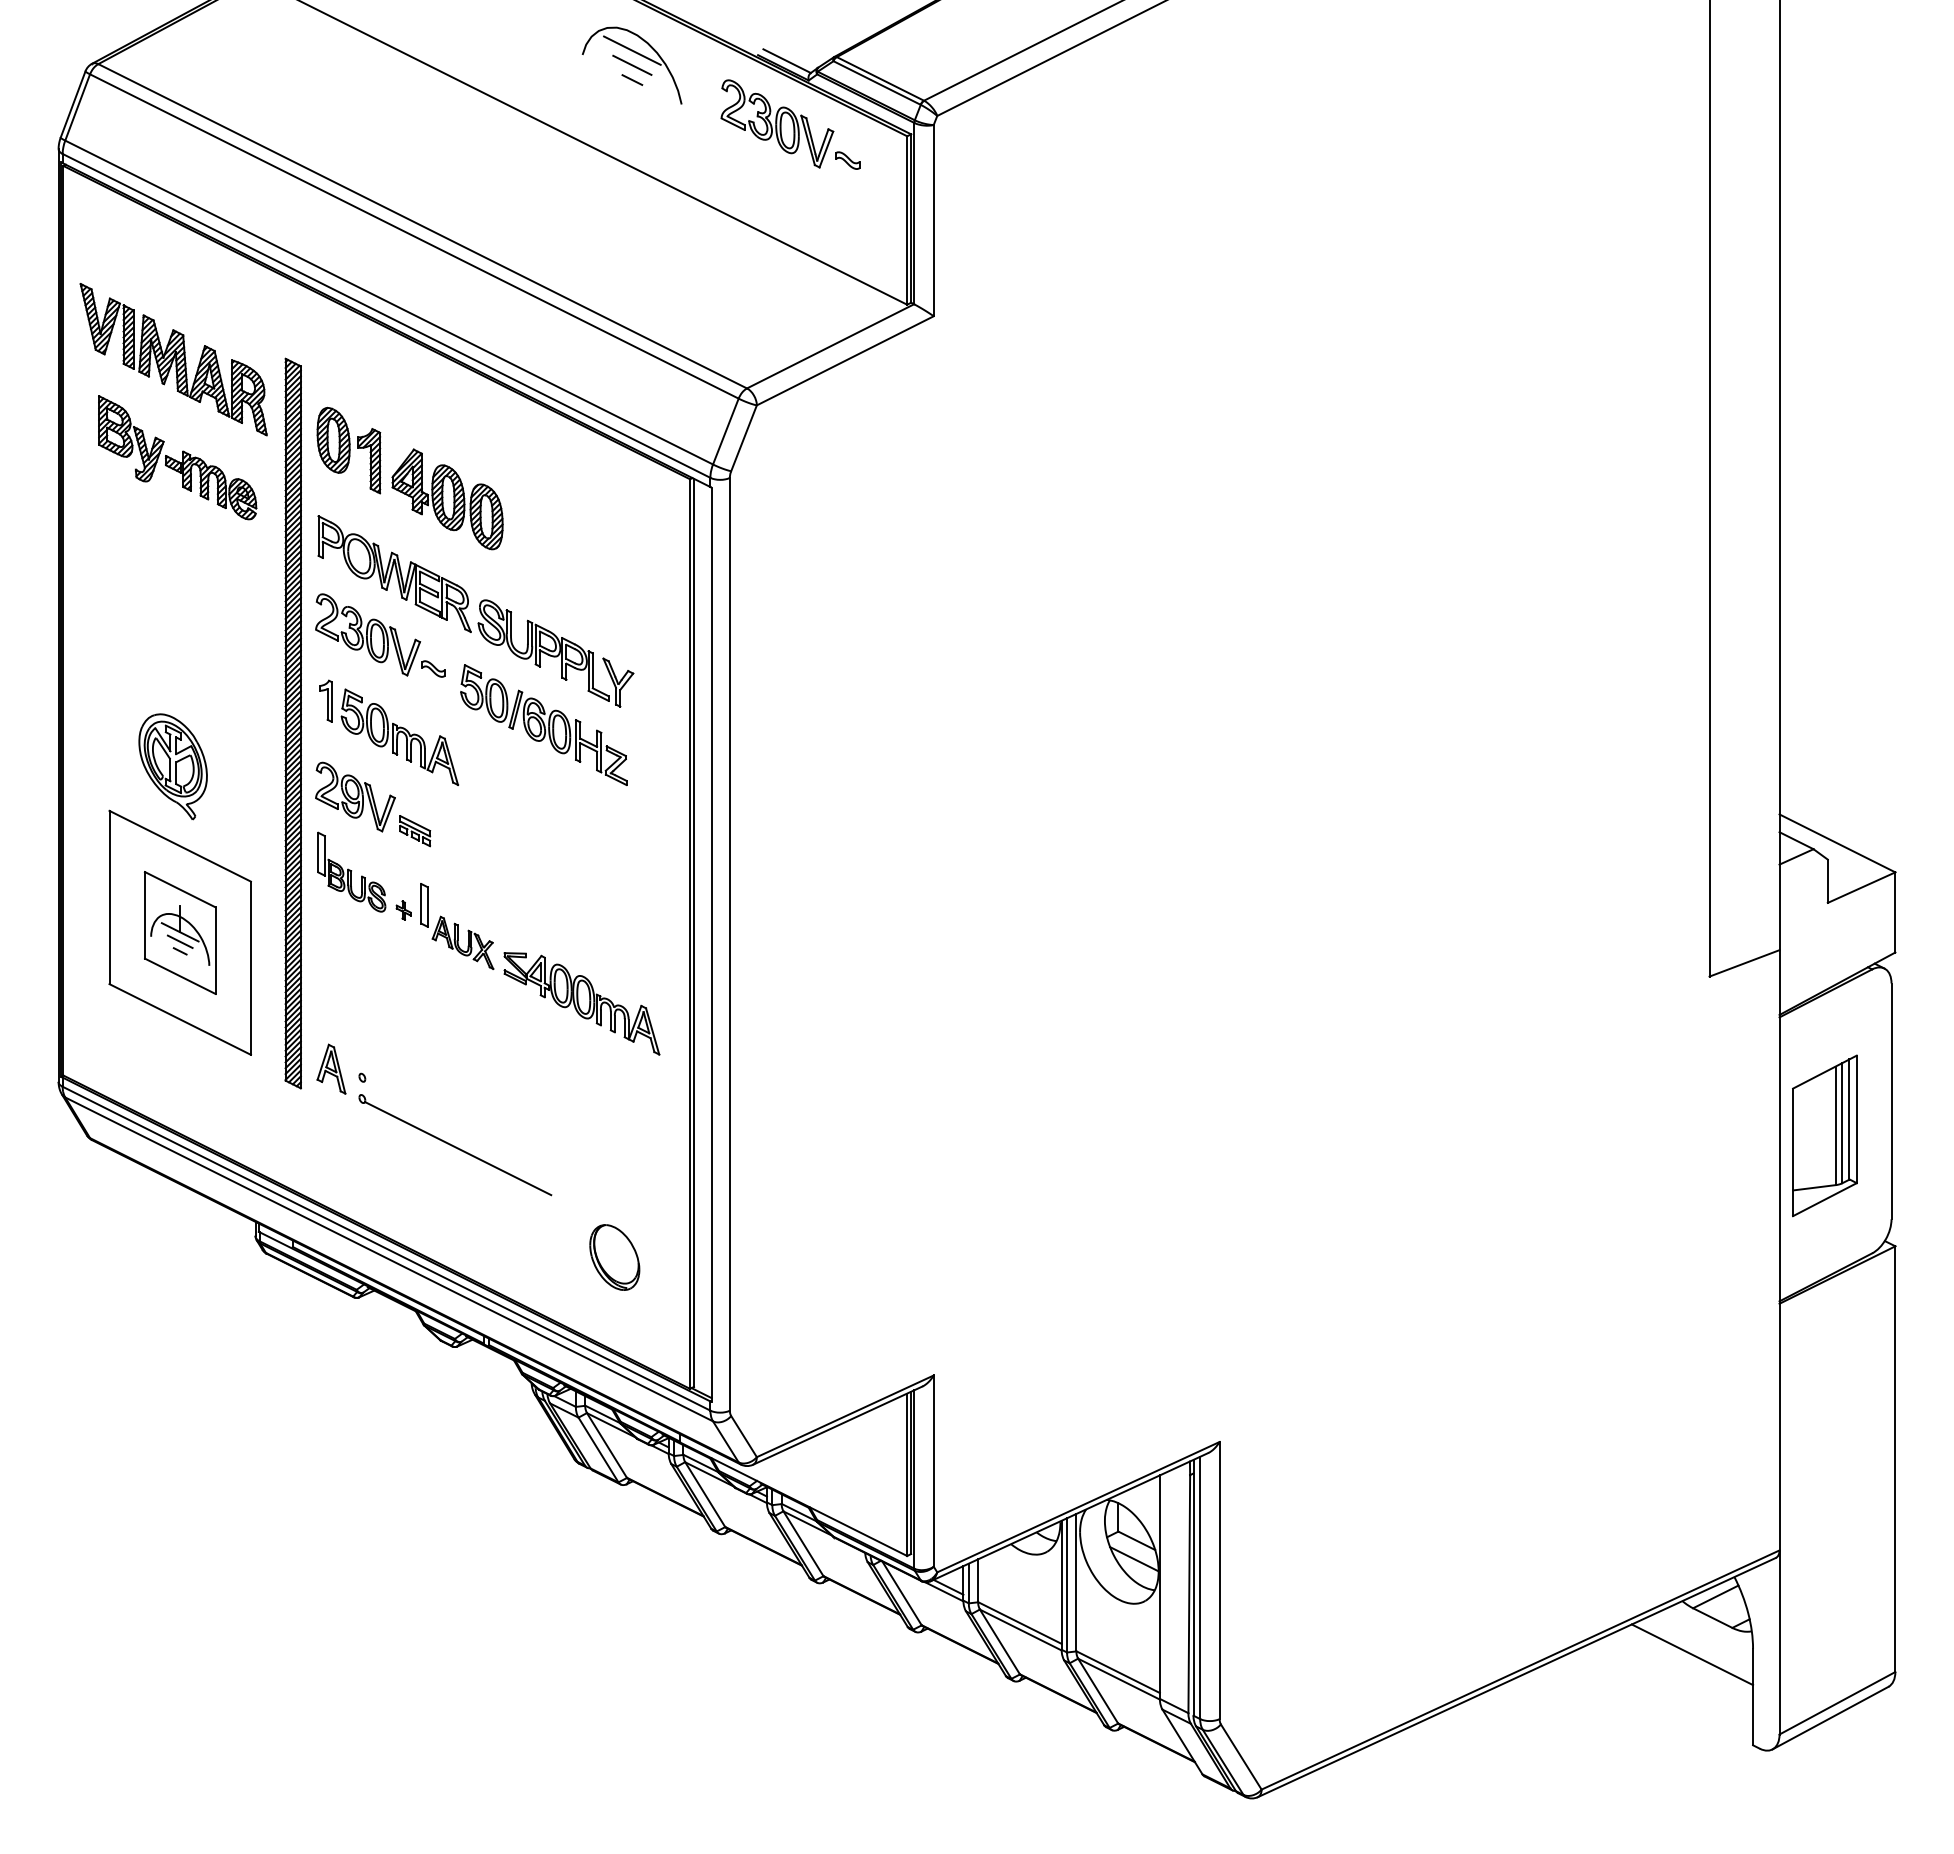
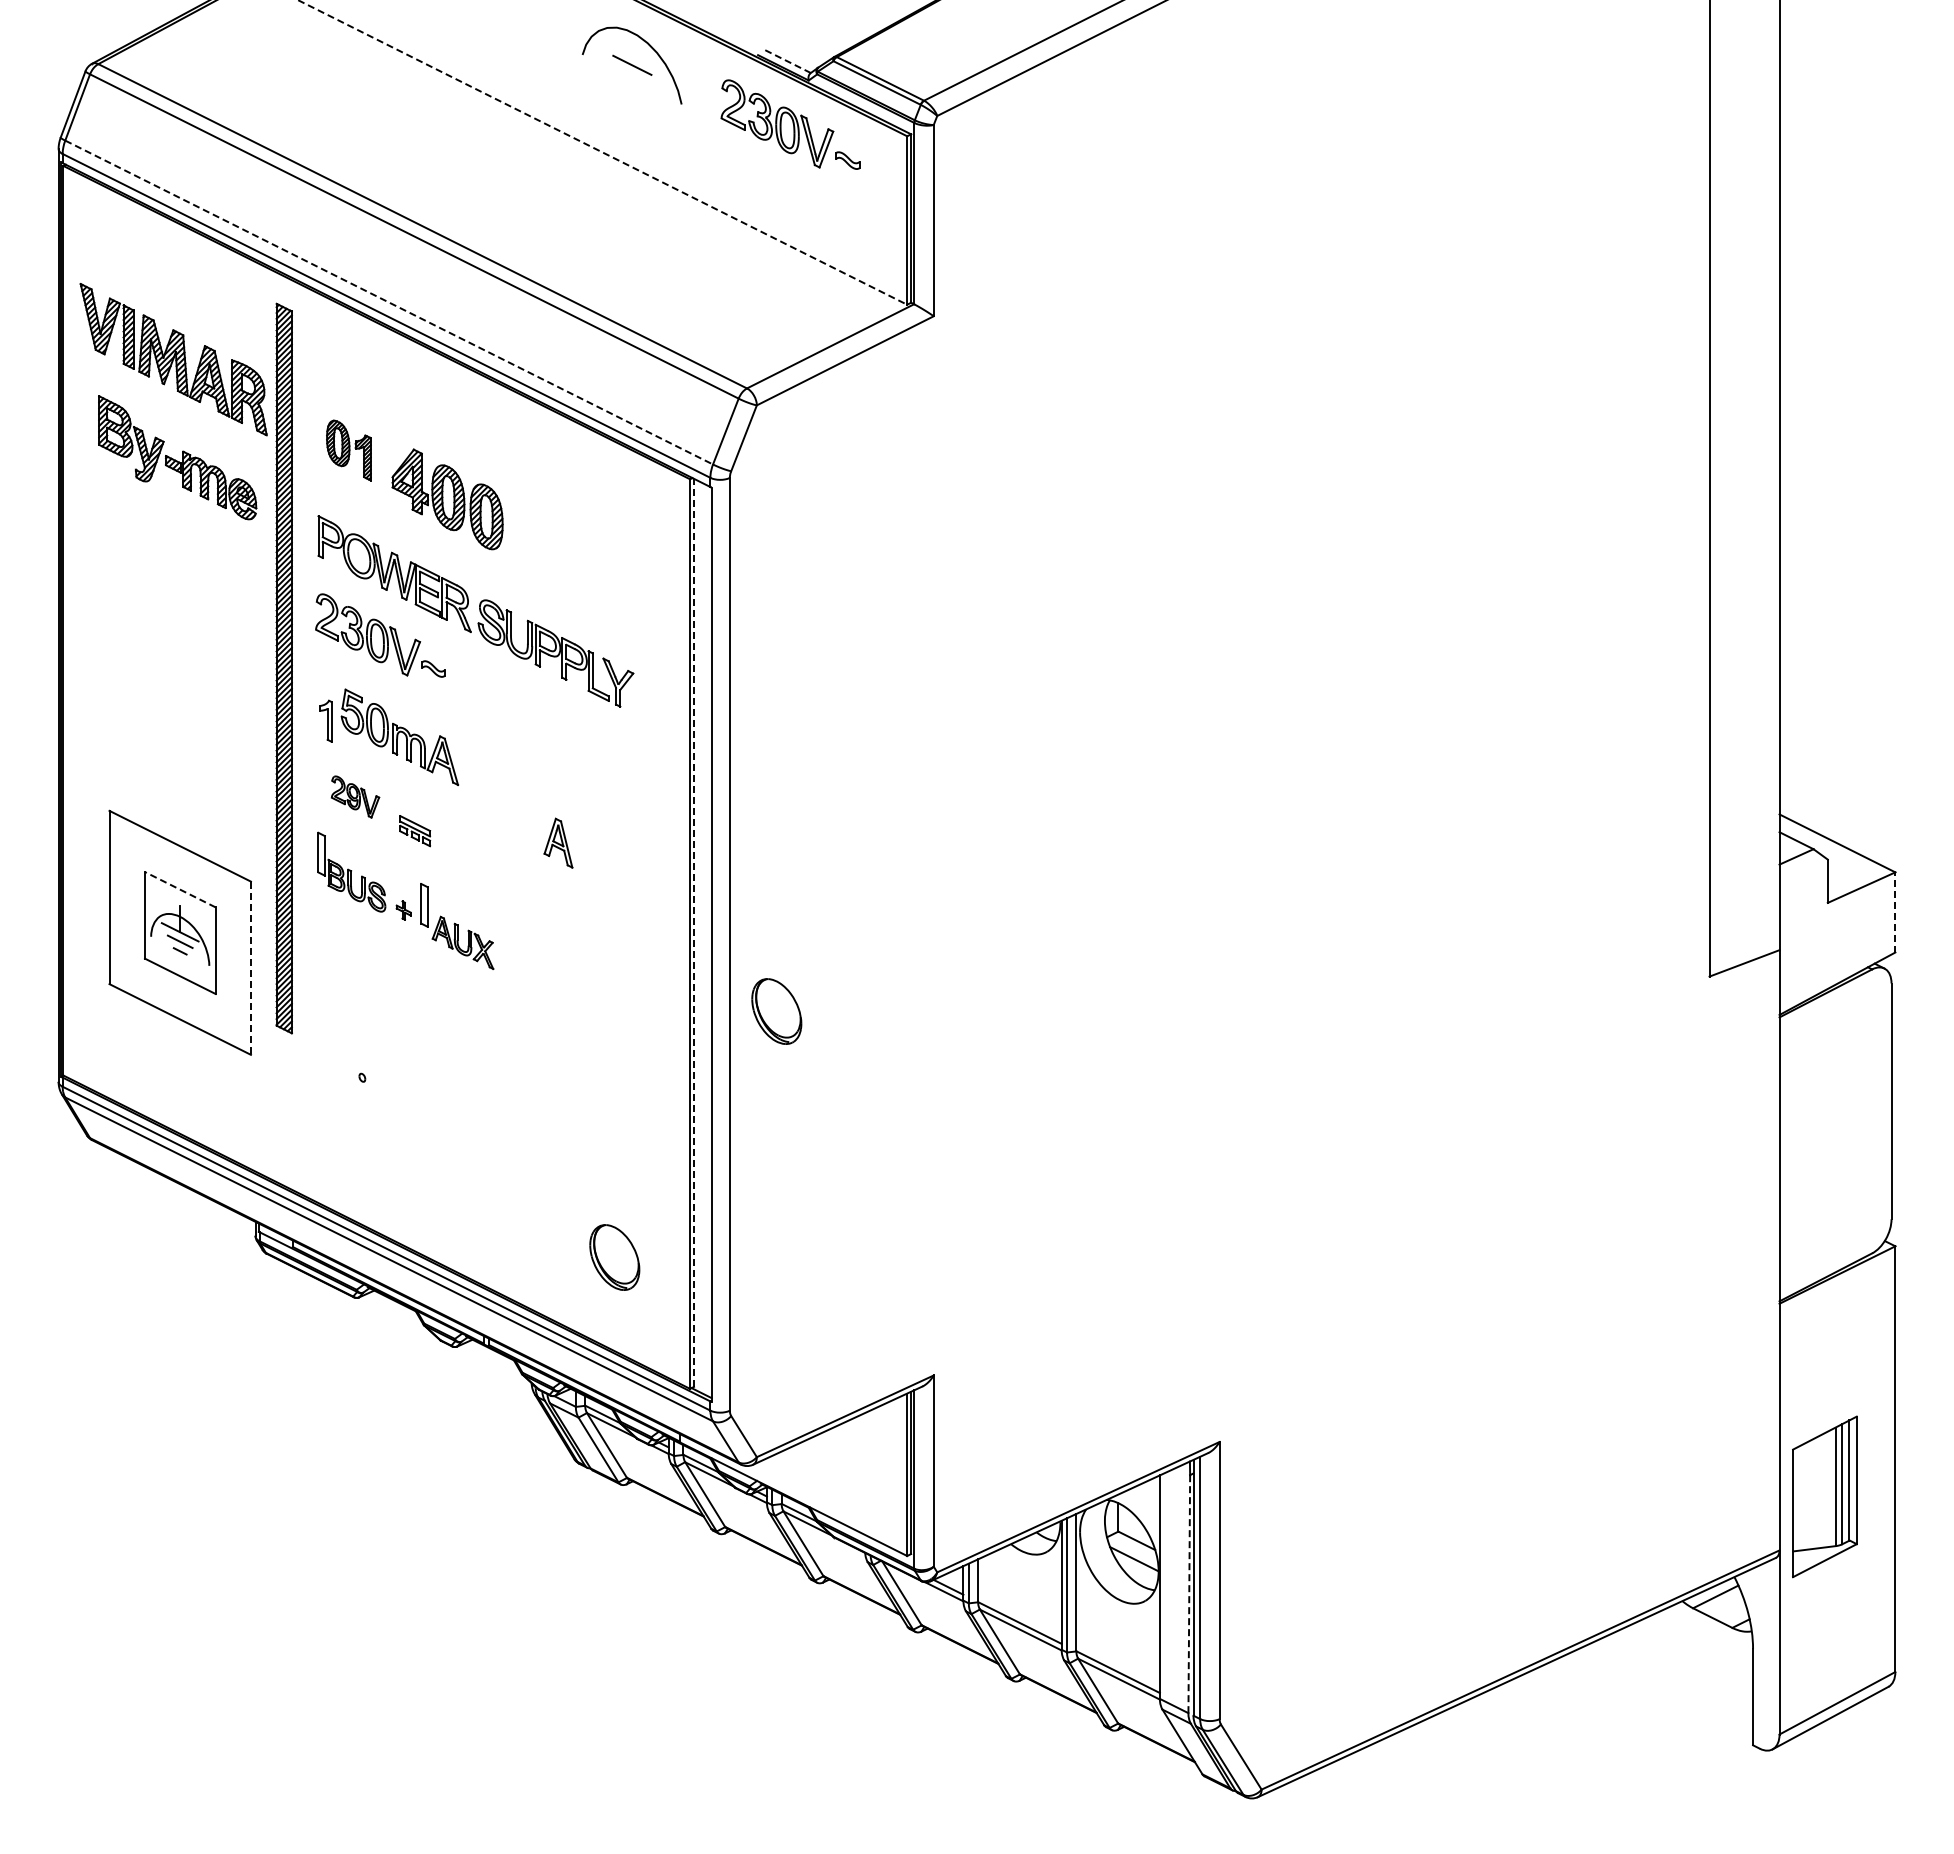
line at (632, 50): present -> none
line at (787, 61): solid -> dashed
line at (632, 79): present -> none
line at (603, 152): solid -> dashed
line at (389, 302): solid -> dashed
part at (348, 450) size: 66x89 px -> 46x63 px
part at (325, 700) position: (325, 700) -> (325, 720)
part at (292, 723) position: (292, 723) -> (283, 668)
part at (543, 724): present -> none
part at (172, 766): present -> none
part at (355, 796) size: 81x72 px -> 51x44 px
line at (180, 889): solid -> dashed
line at (1895, 911): solid -> dashed
line at (694, 932): solid -> dashed
line at (250, 968): solid -> dashed
part at (581, 1003): present -> none
part at (776, 1011): none -> present
part at (331, 1068) position: (331, 1068) -> (558, 842)
part at (1824, 1135) position: (1824, 1135) -> (1824, 1496)
part at (455, 1145): present -> none
line at (1189, 1593): solid -> dashed
line at (1692, 1654): present -> none
